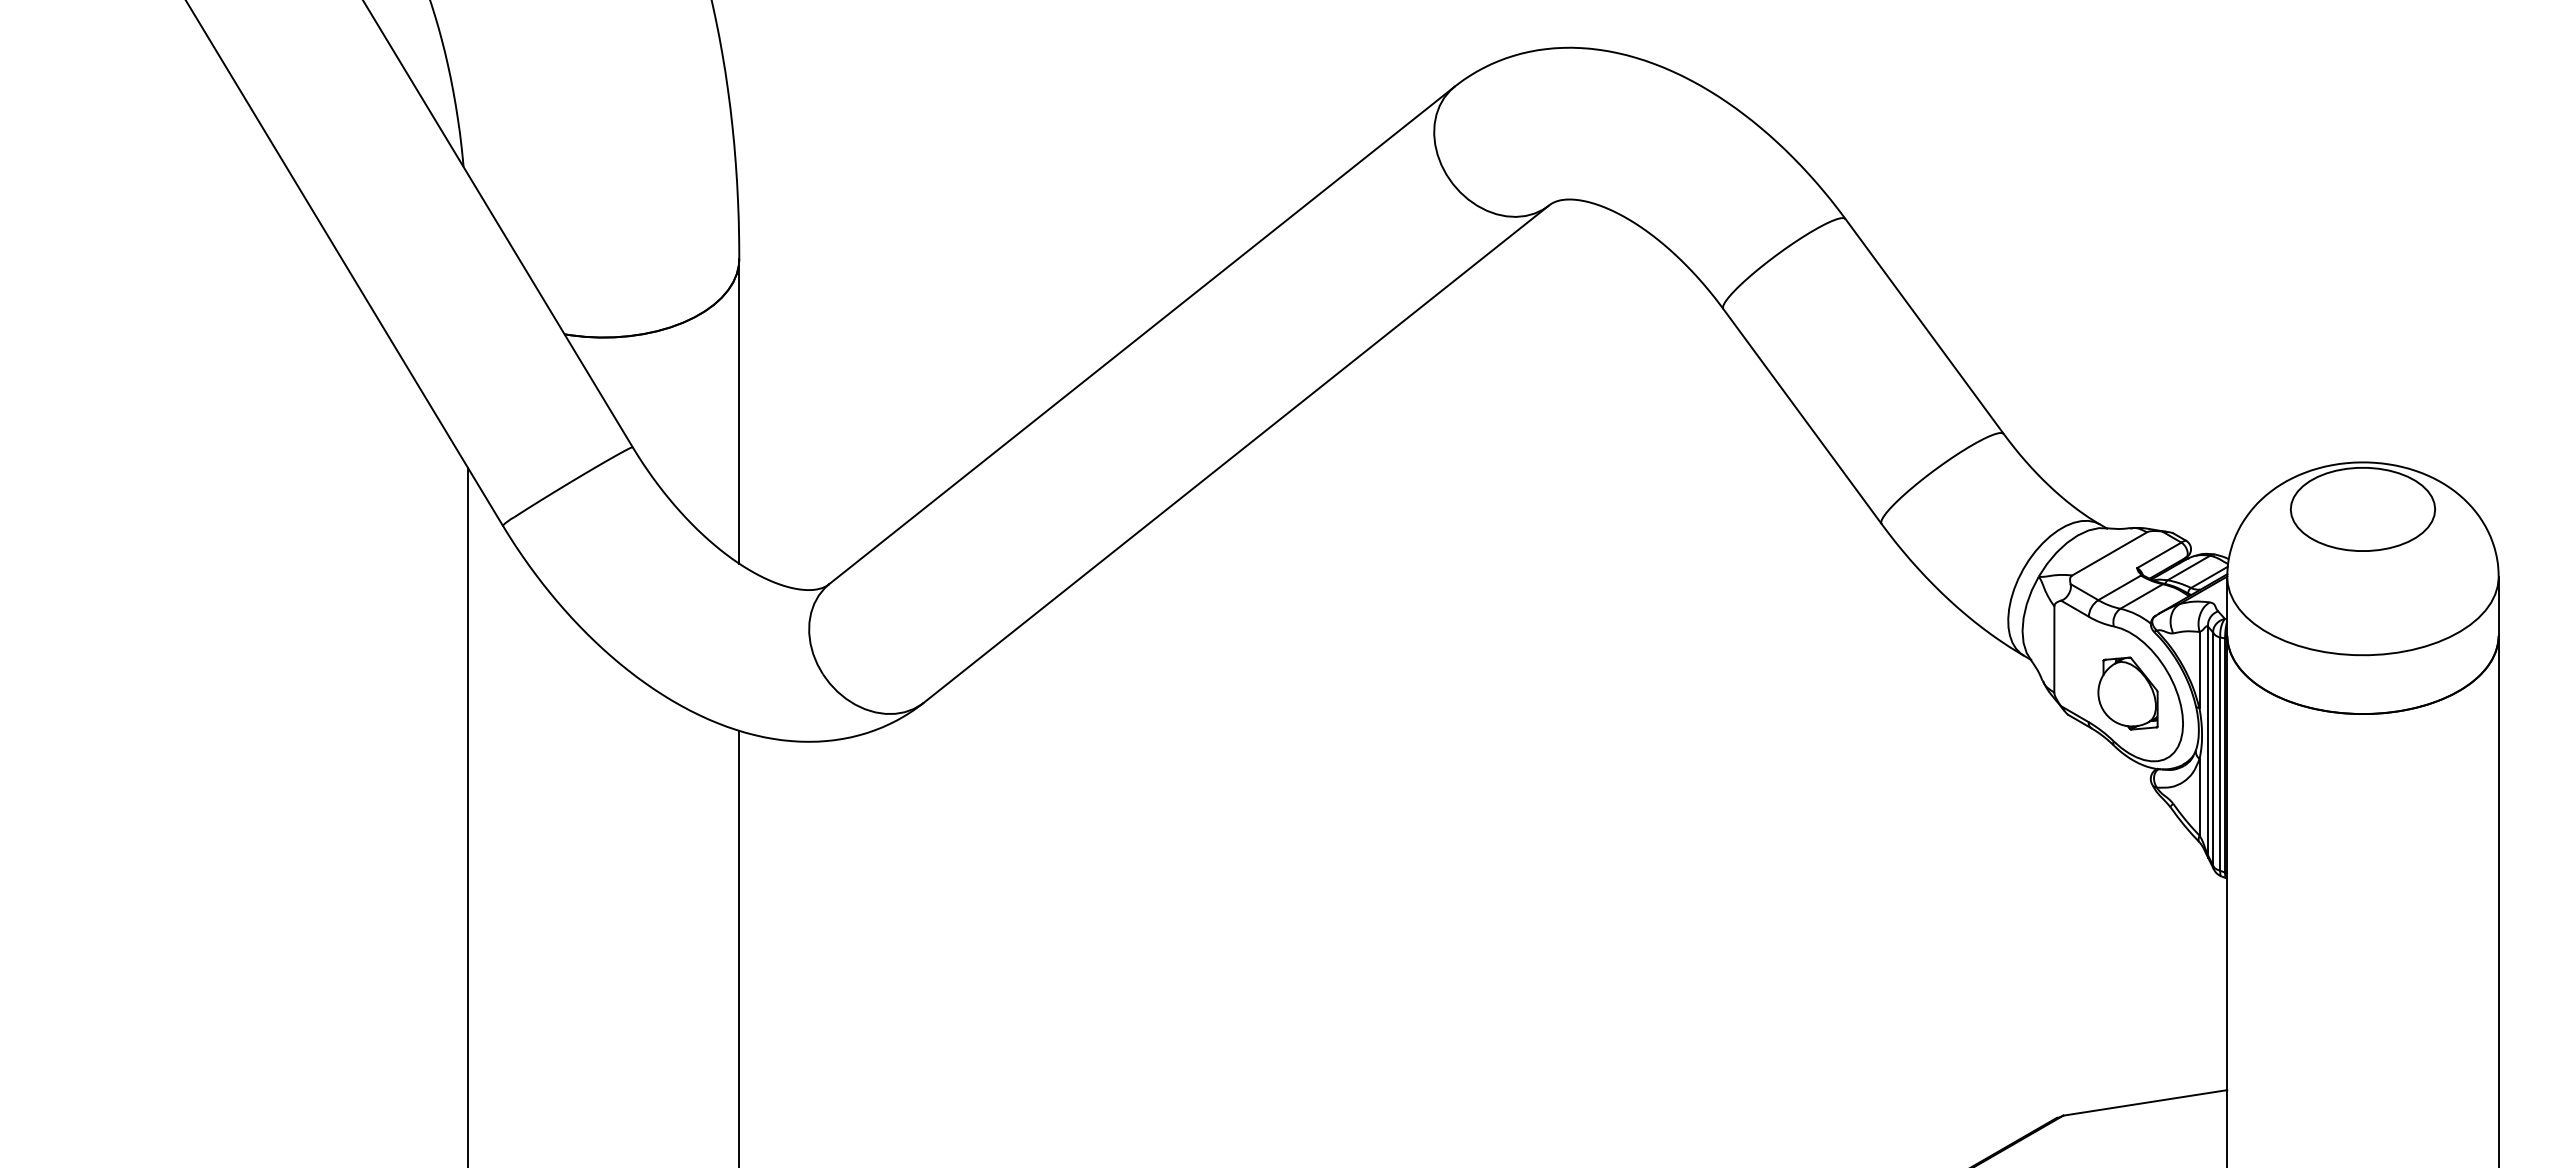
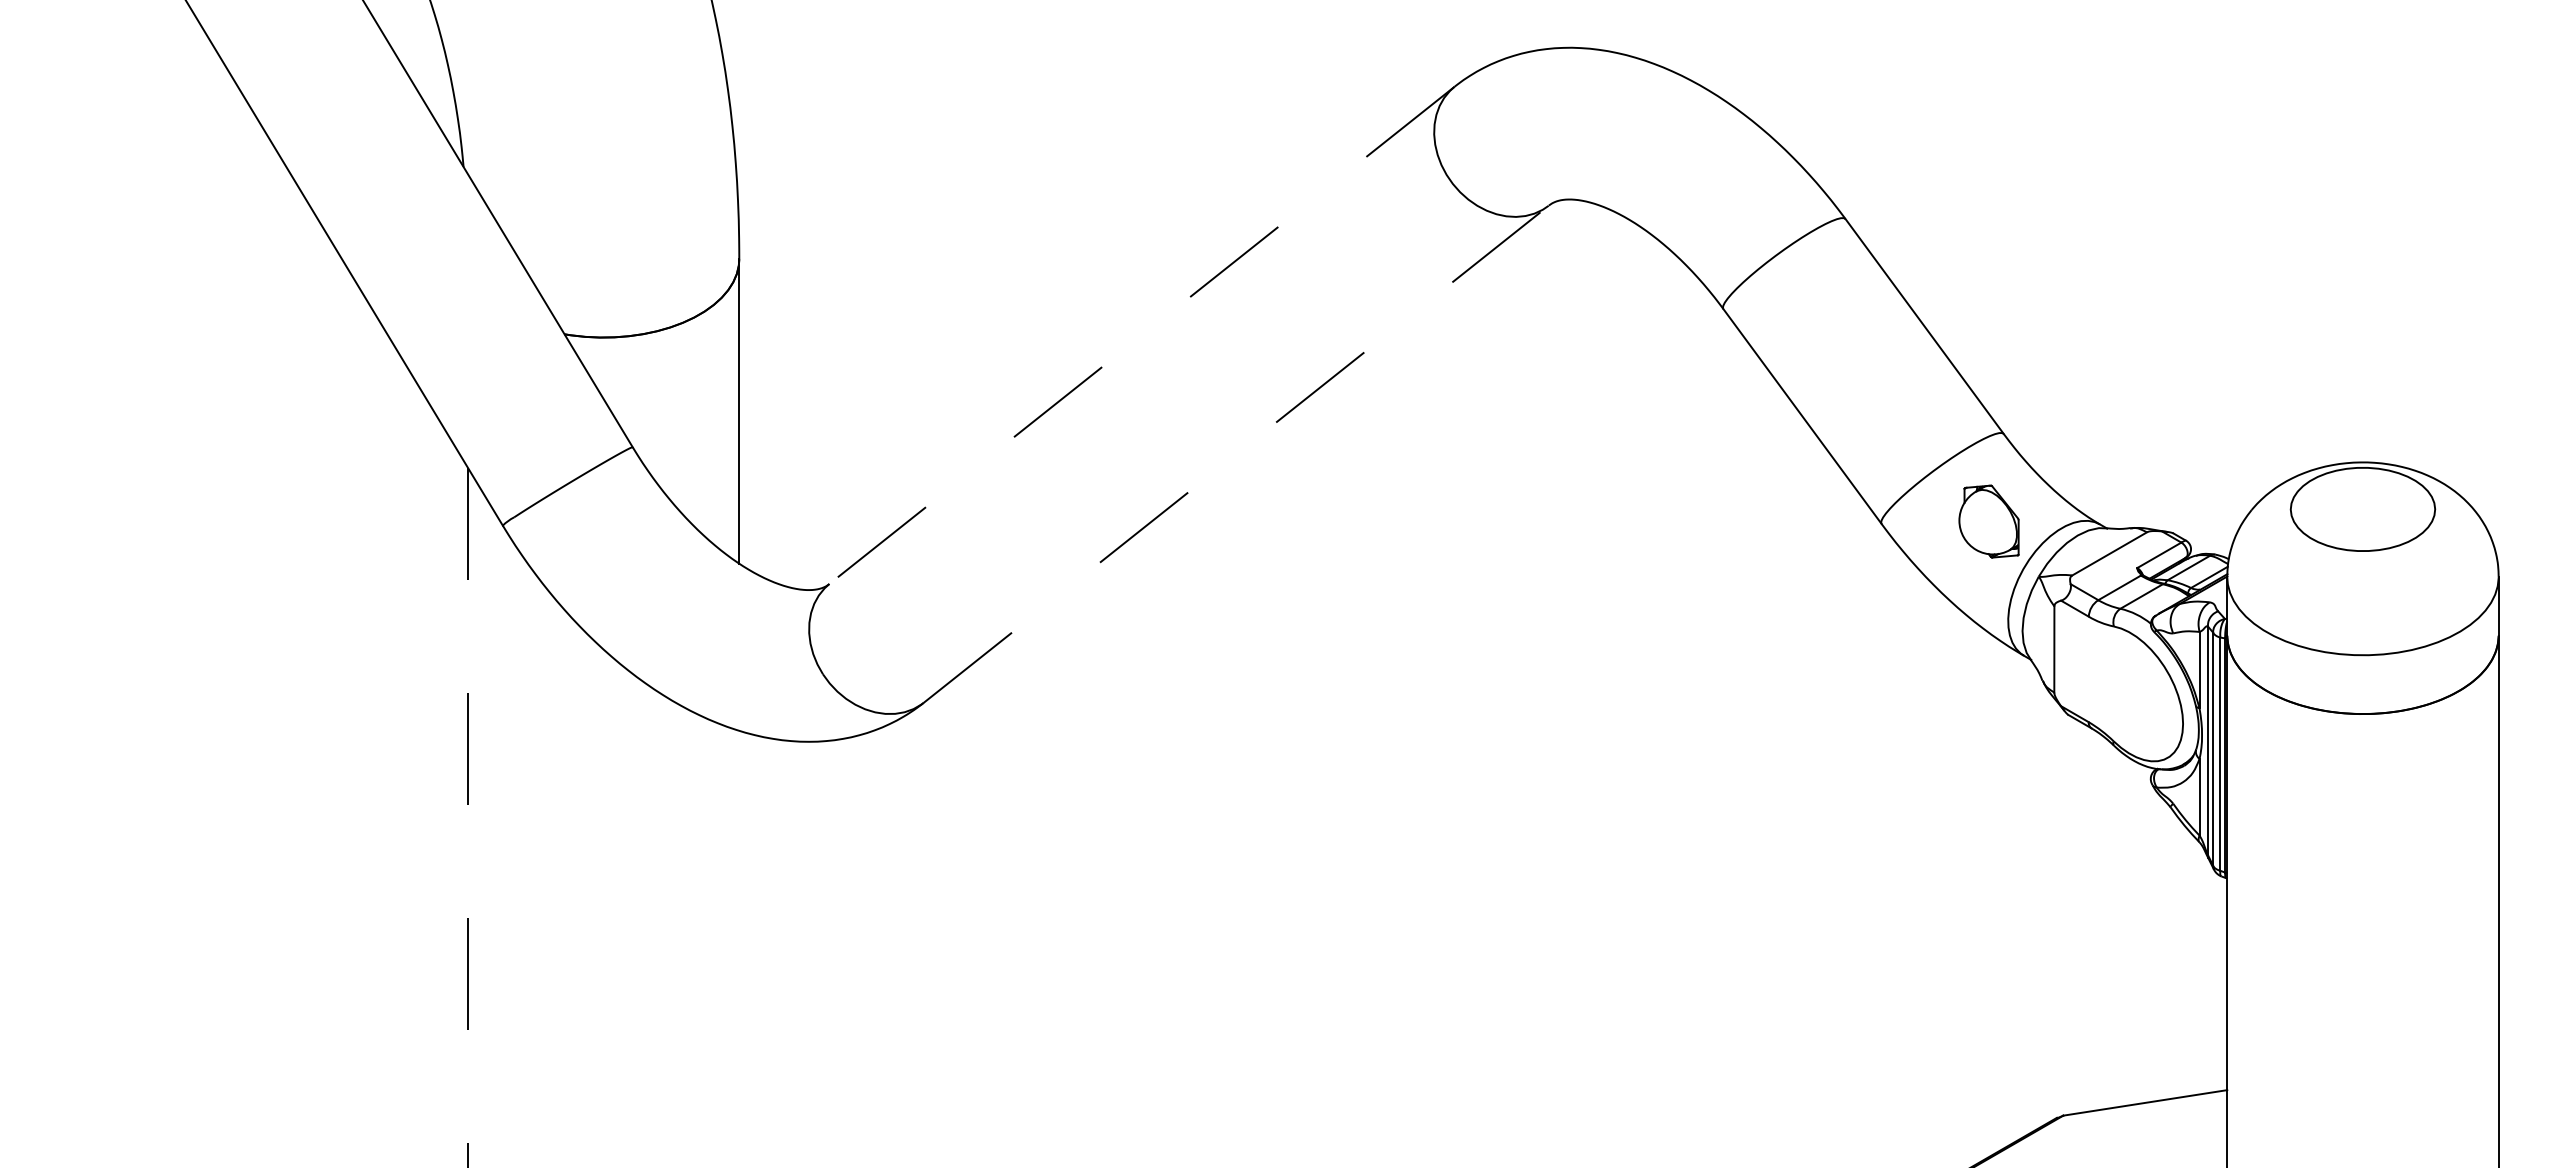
line at (1141, 335): solid -> dashed
line at (1236, 453): solid -> dashed
part at (2127, 693) position: (2127, 693) -> (1988, 521)
line at (467, 817): solid -> dashed
line at (739, 947): present -> none
